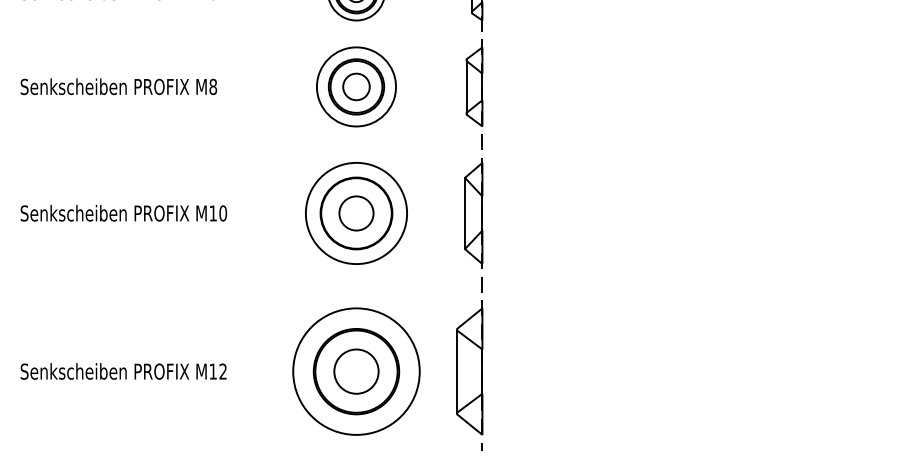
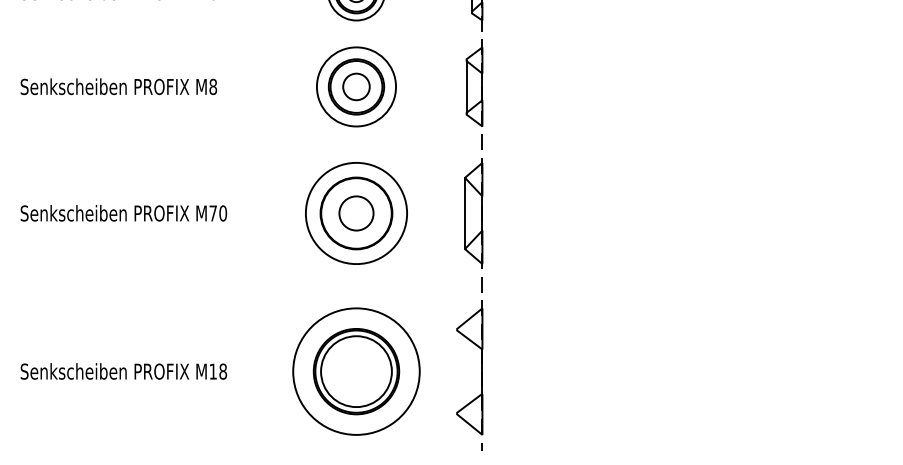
text at (212, 213): M10 -> M70
text at (223, 371): M12 -> M18
circle at (356, 371) diameter: 44 px -> 71 px
line at (457, 371): present -> none
